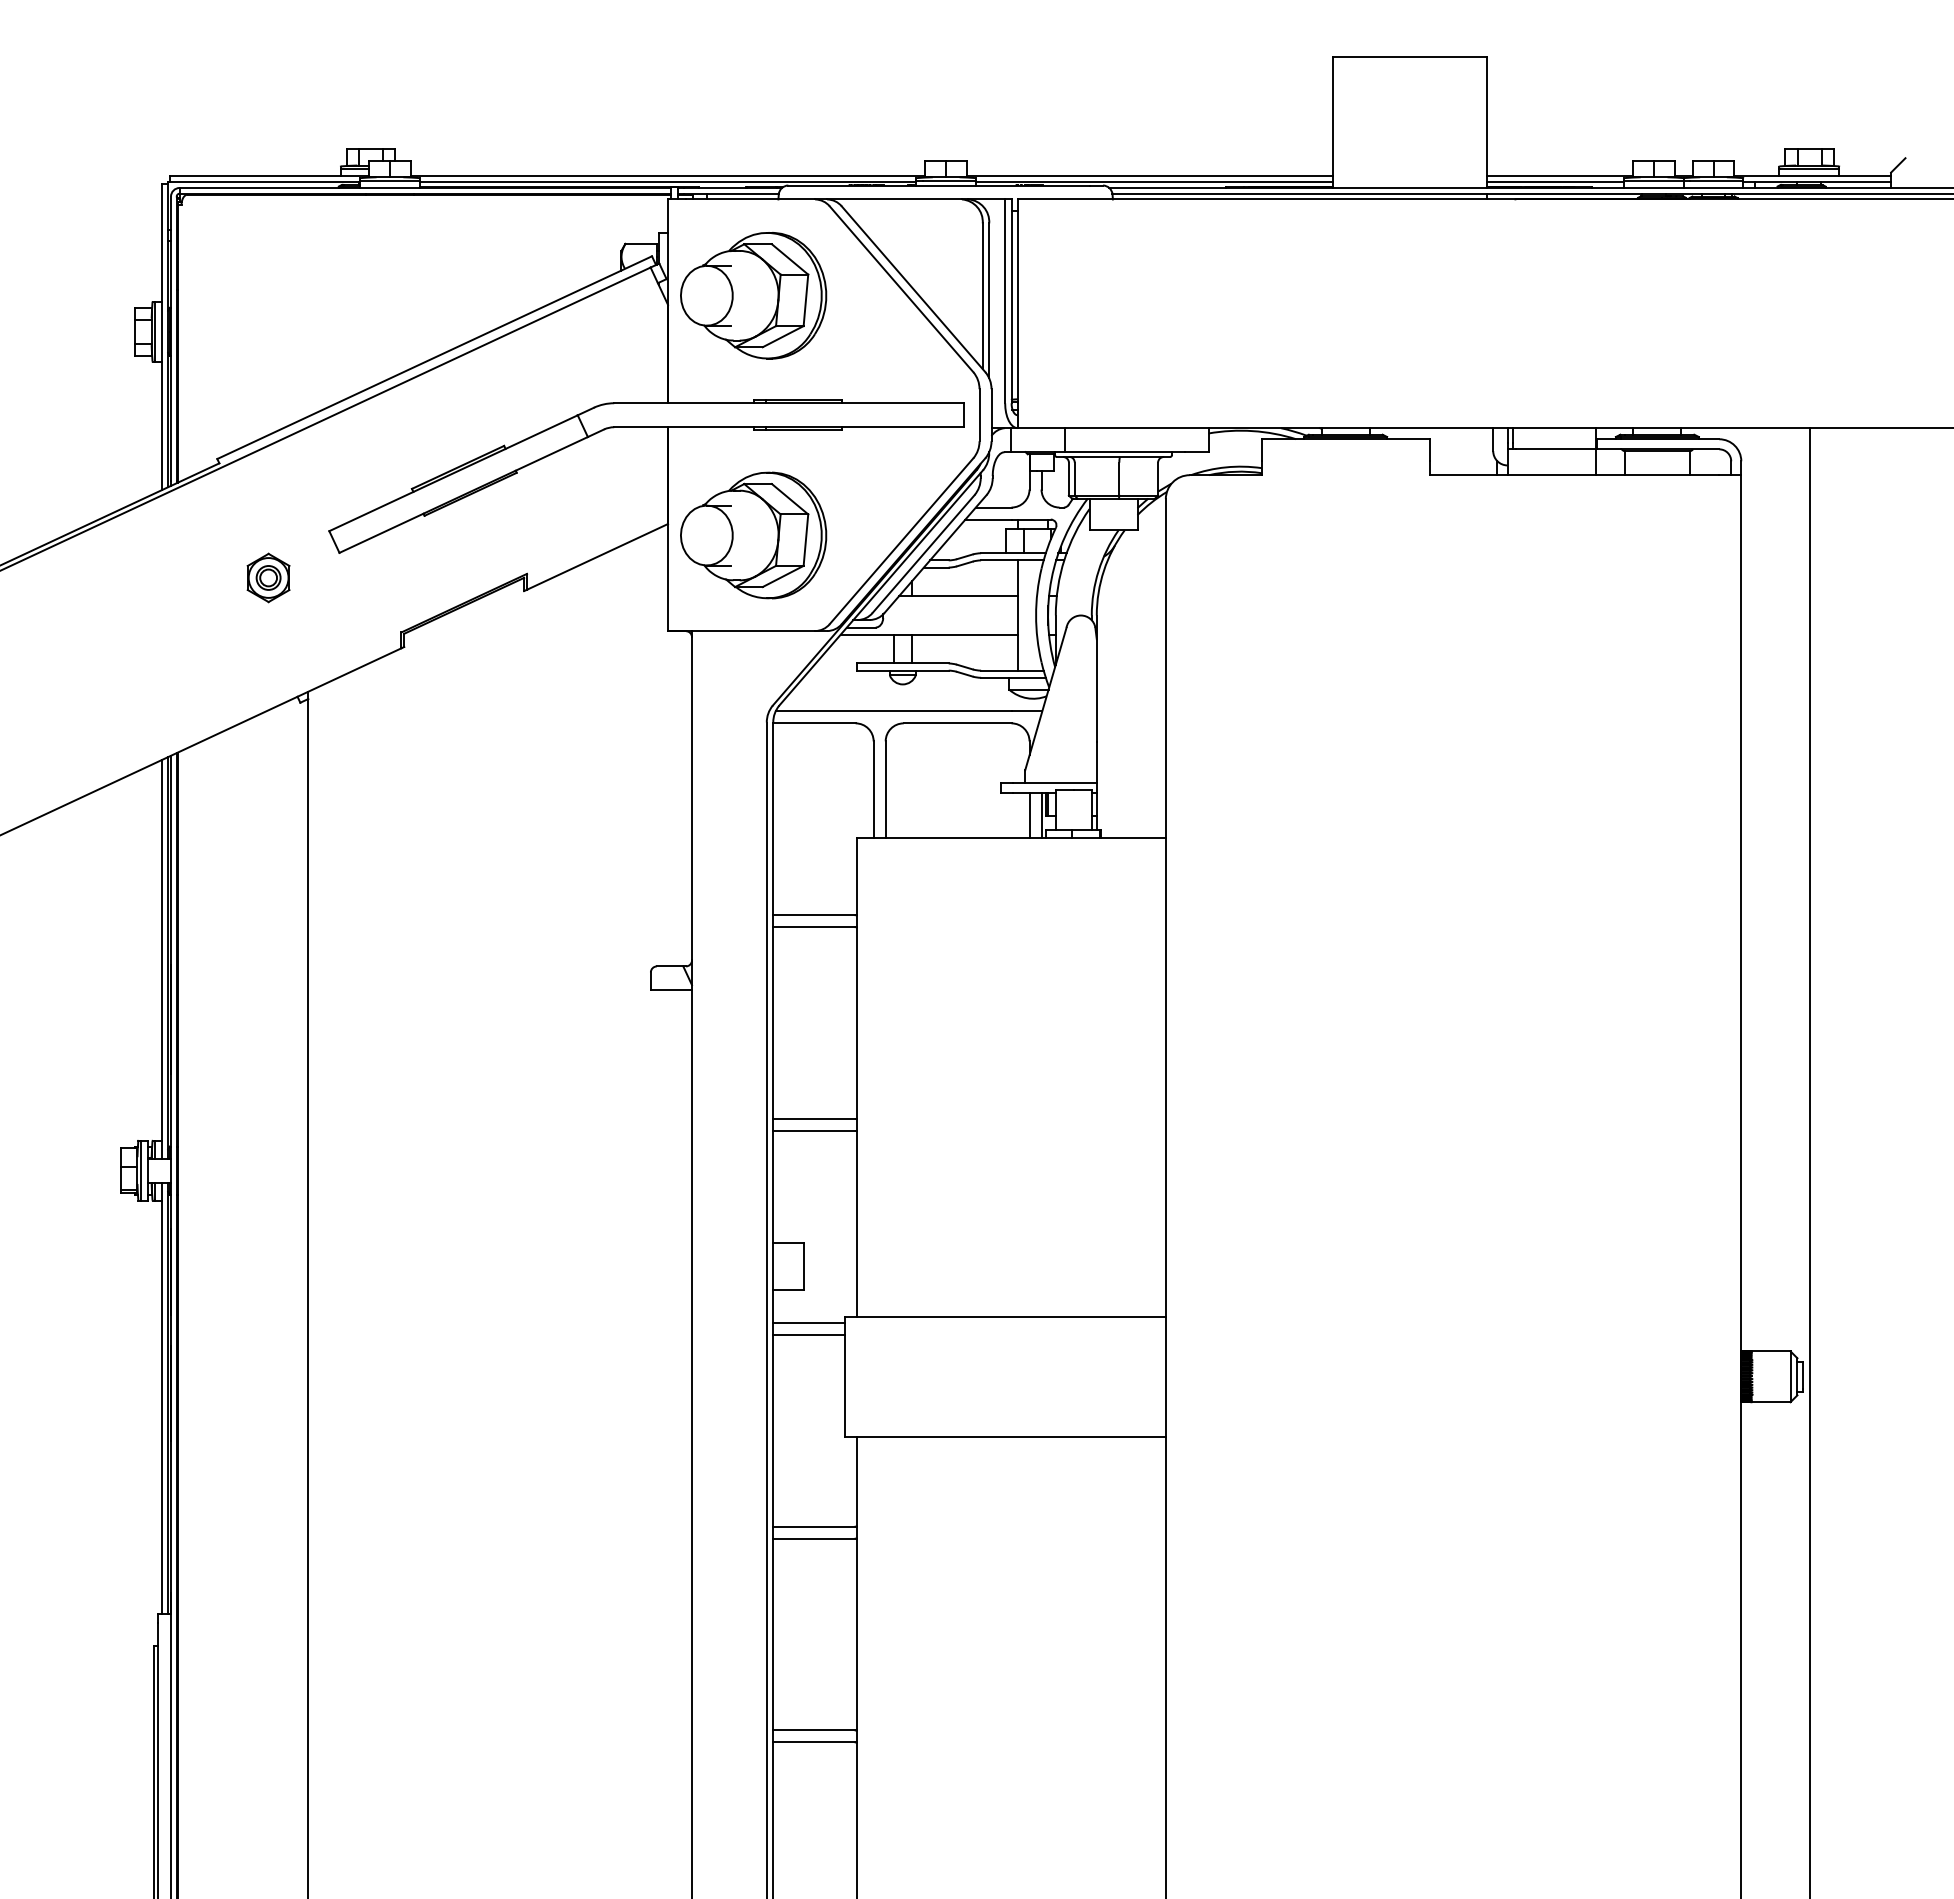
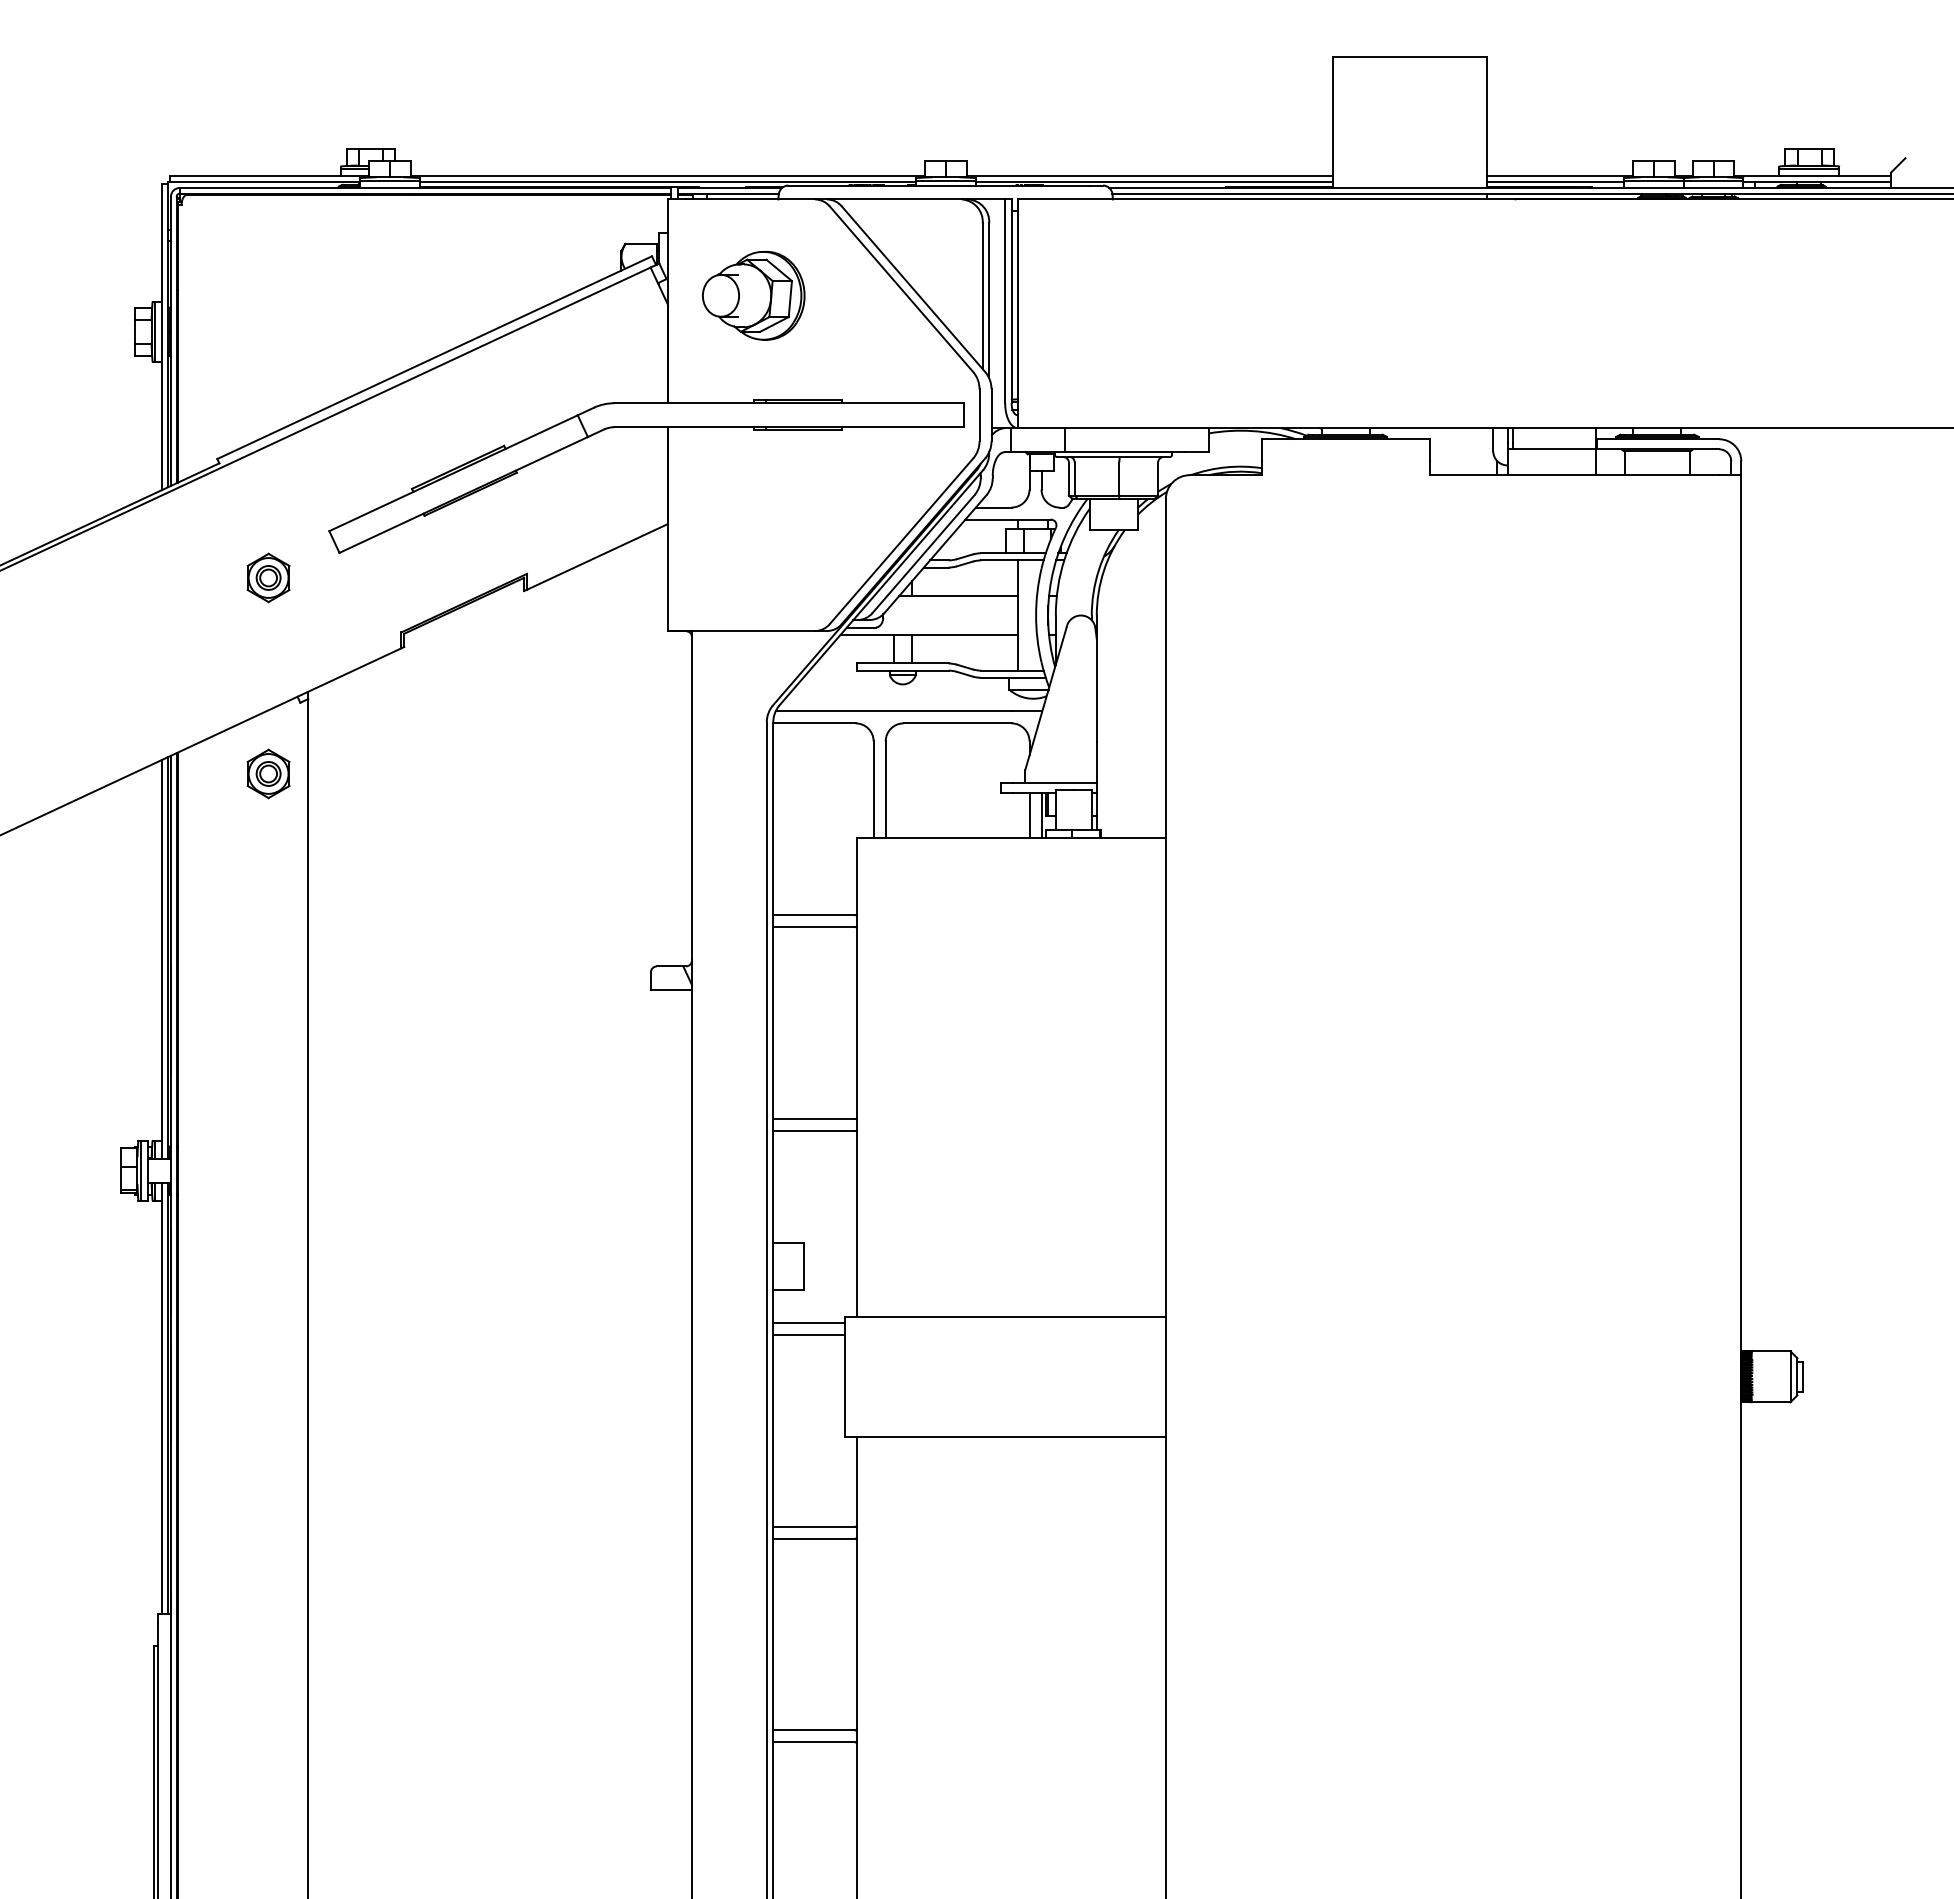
part at (753, 295) size: 148x128 px -> 104x91 px
part at (753, 535): present -> none
part at (268, 773): none -> present
line at (1809, 1161): present -> none
